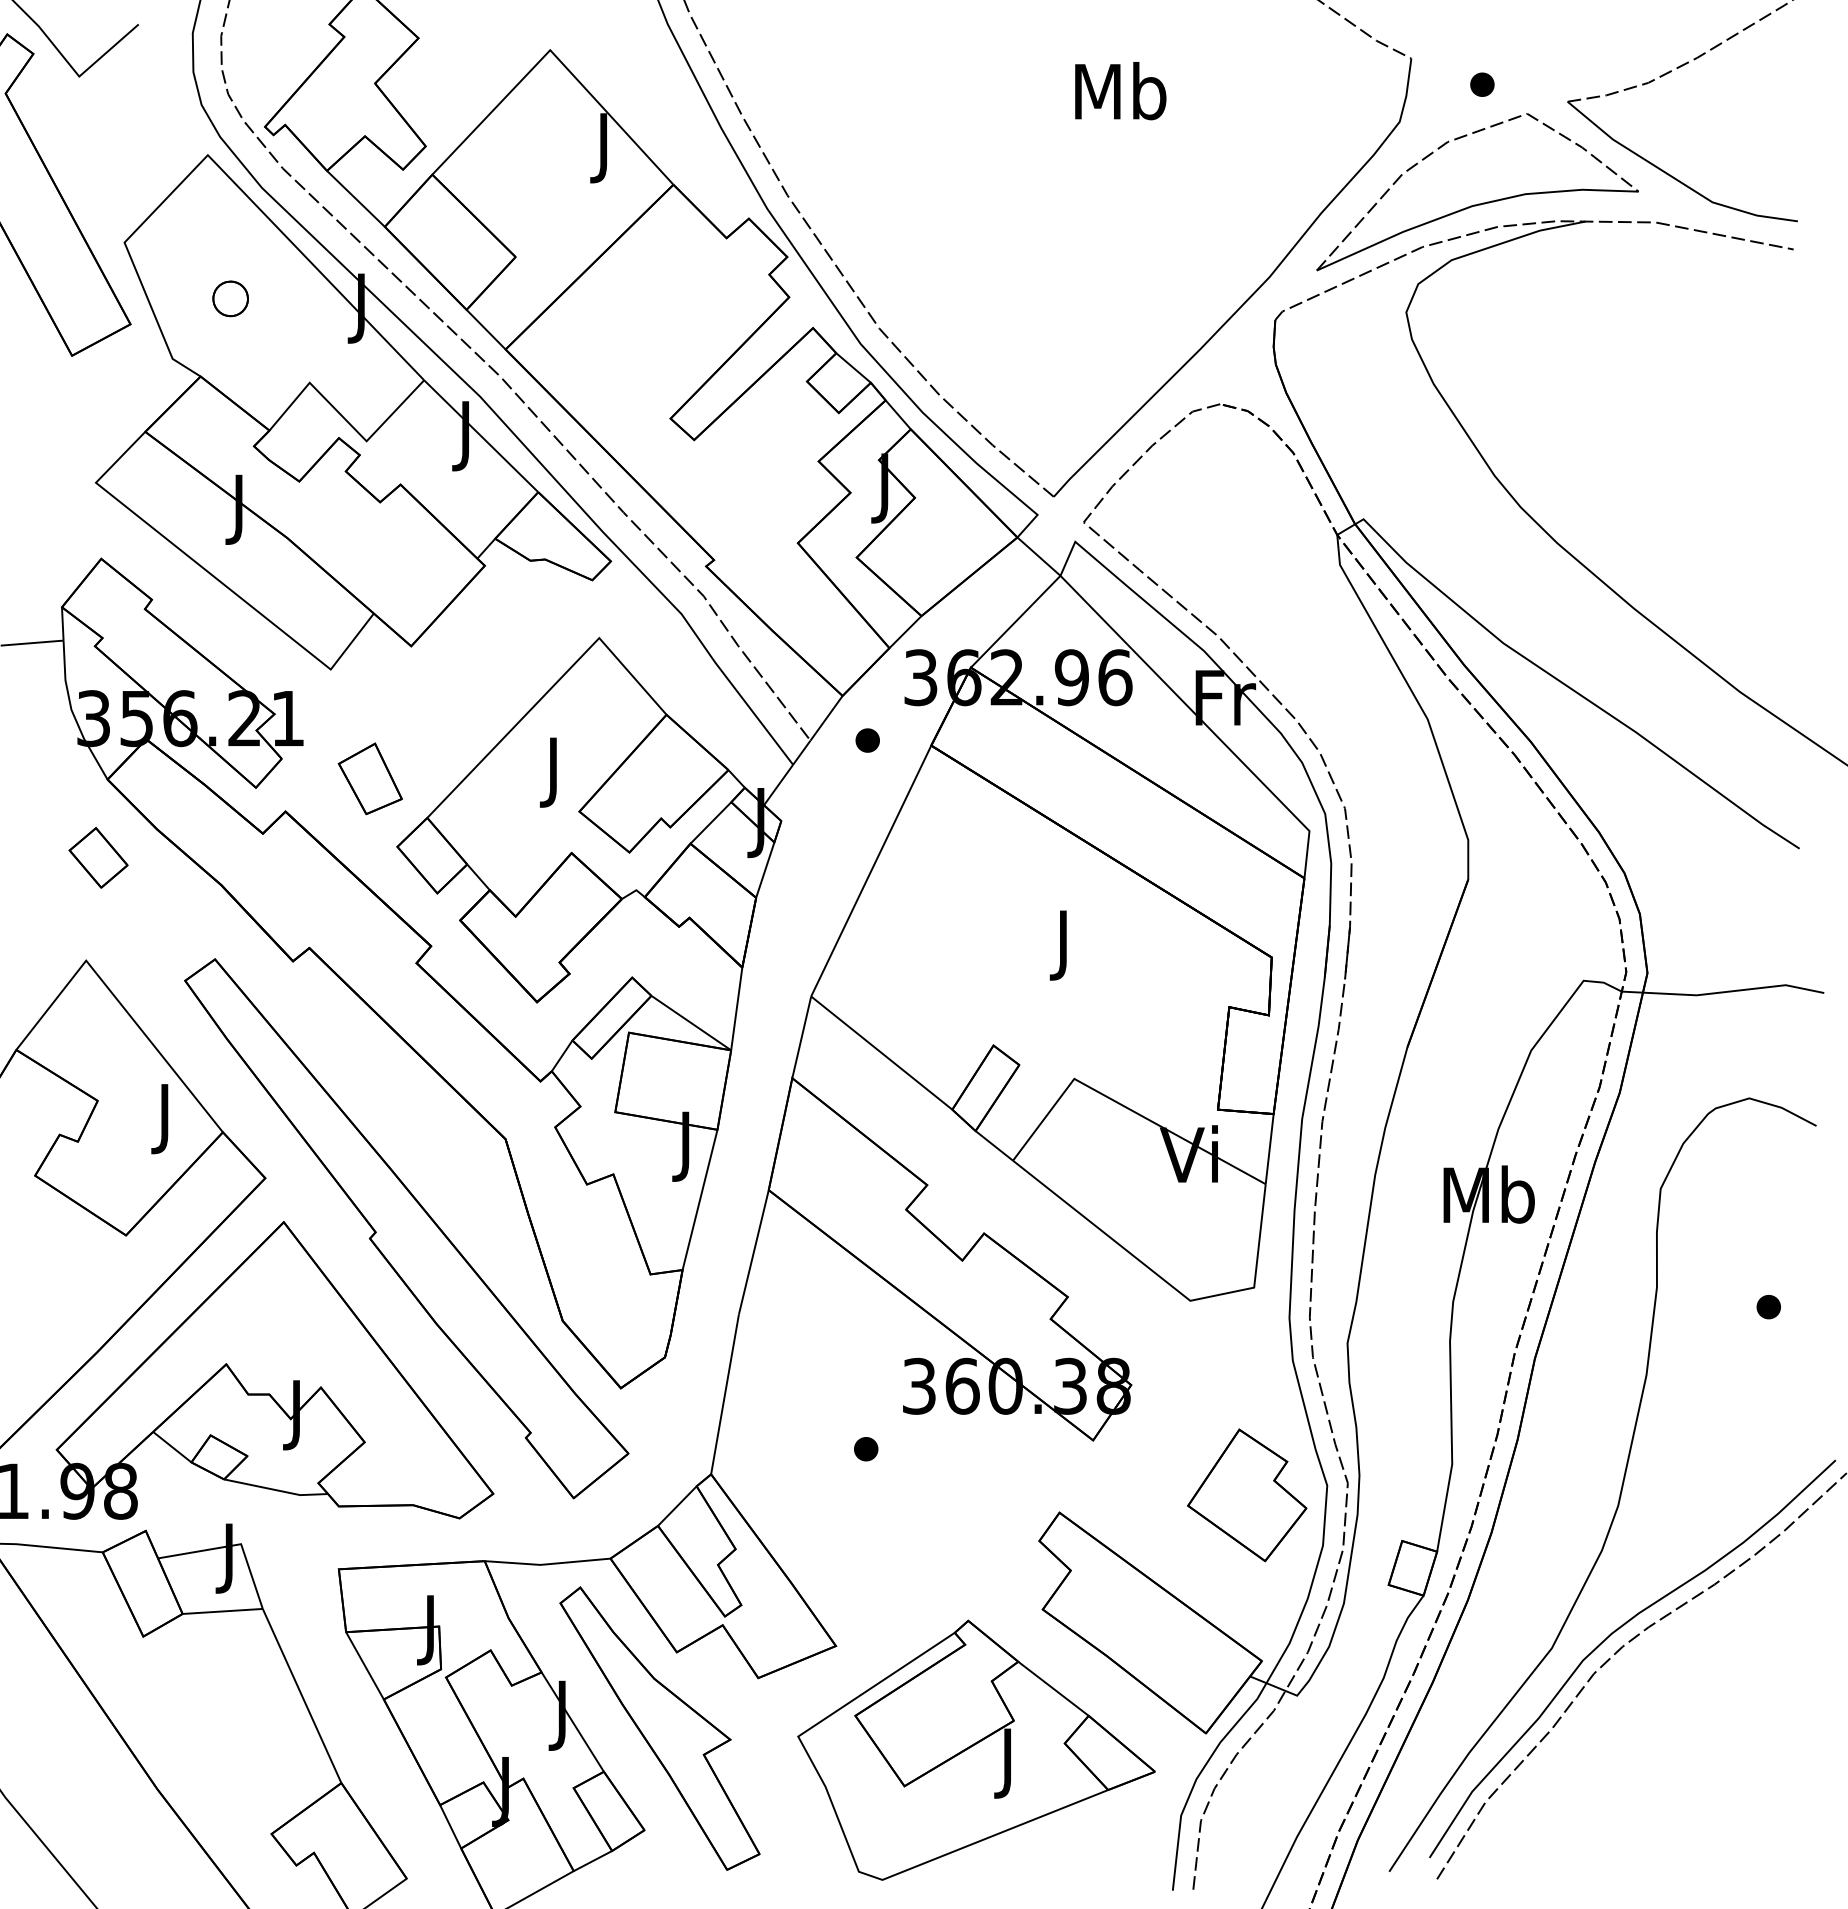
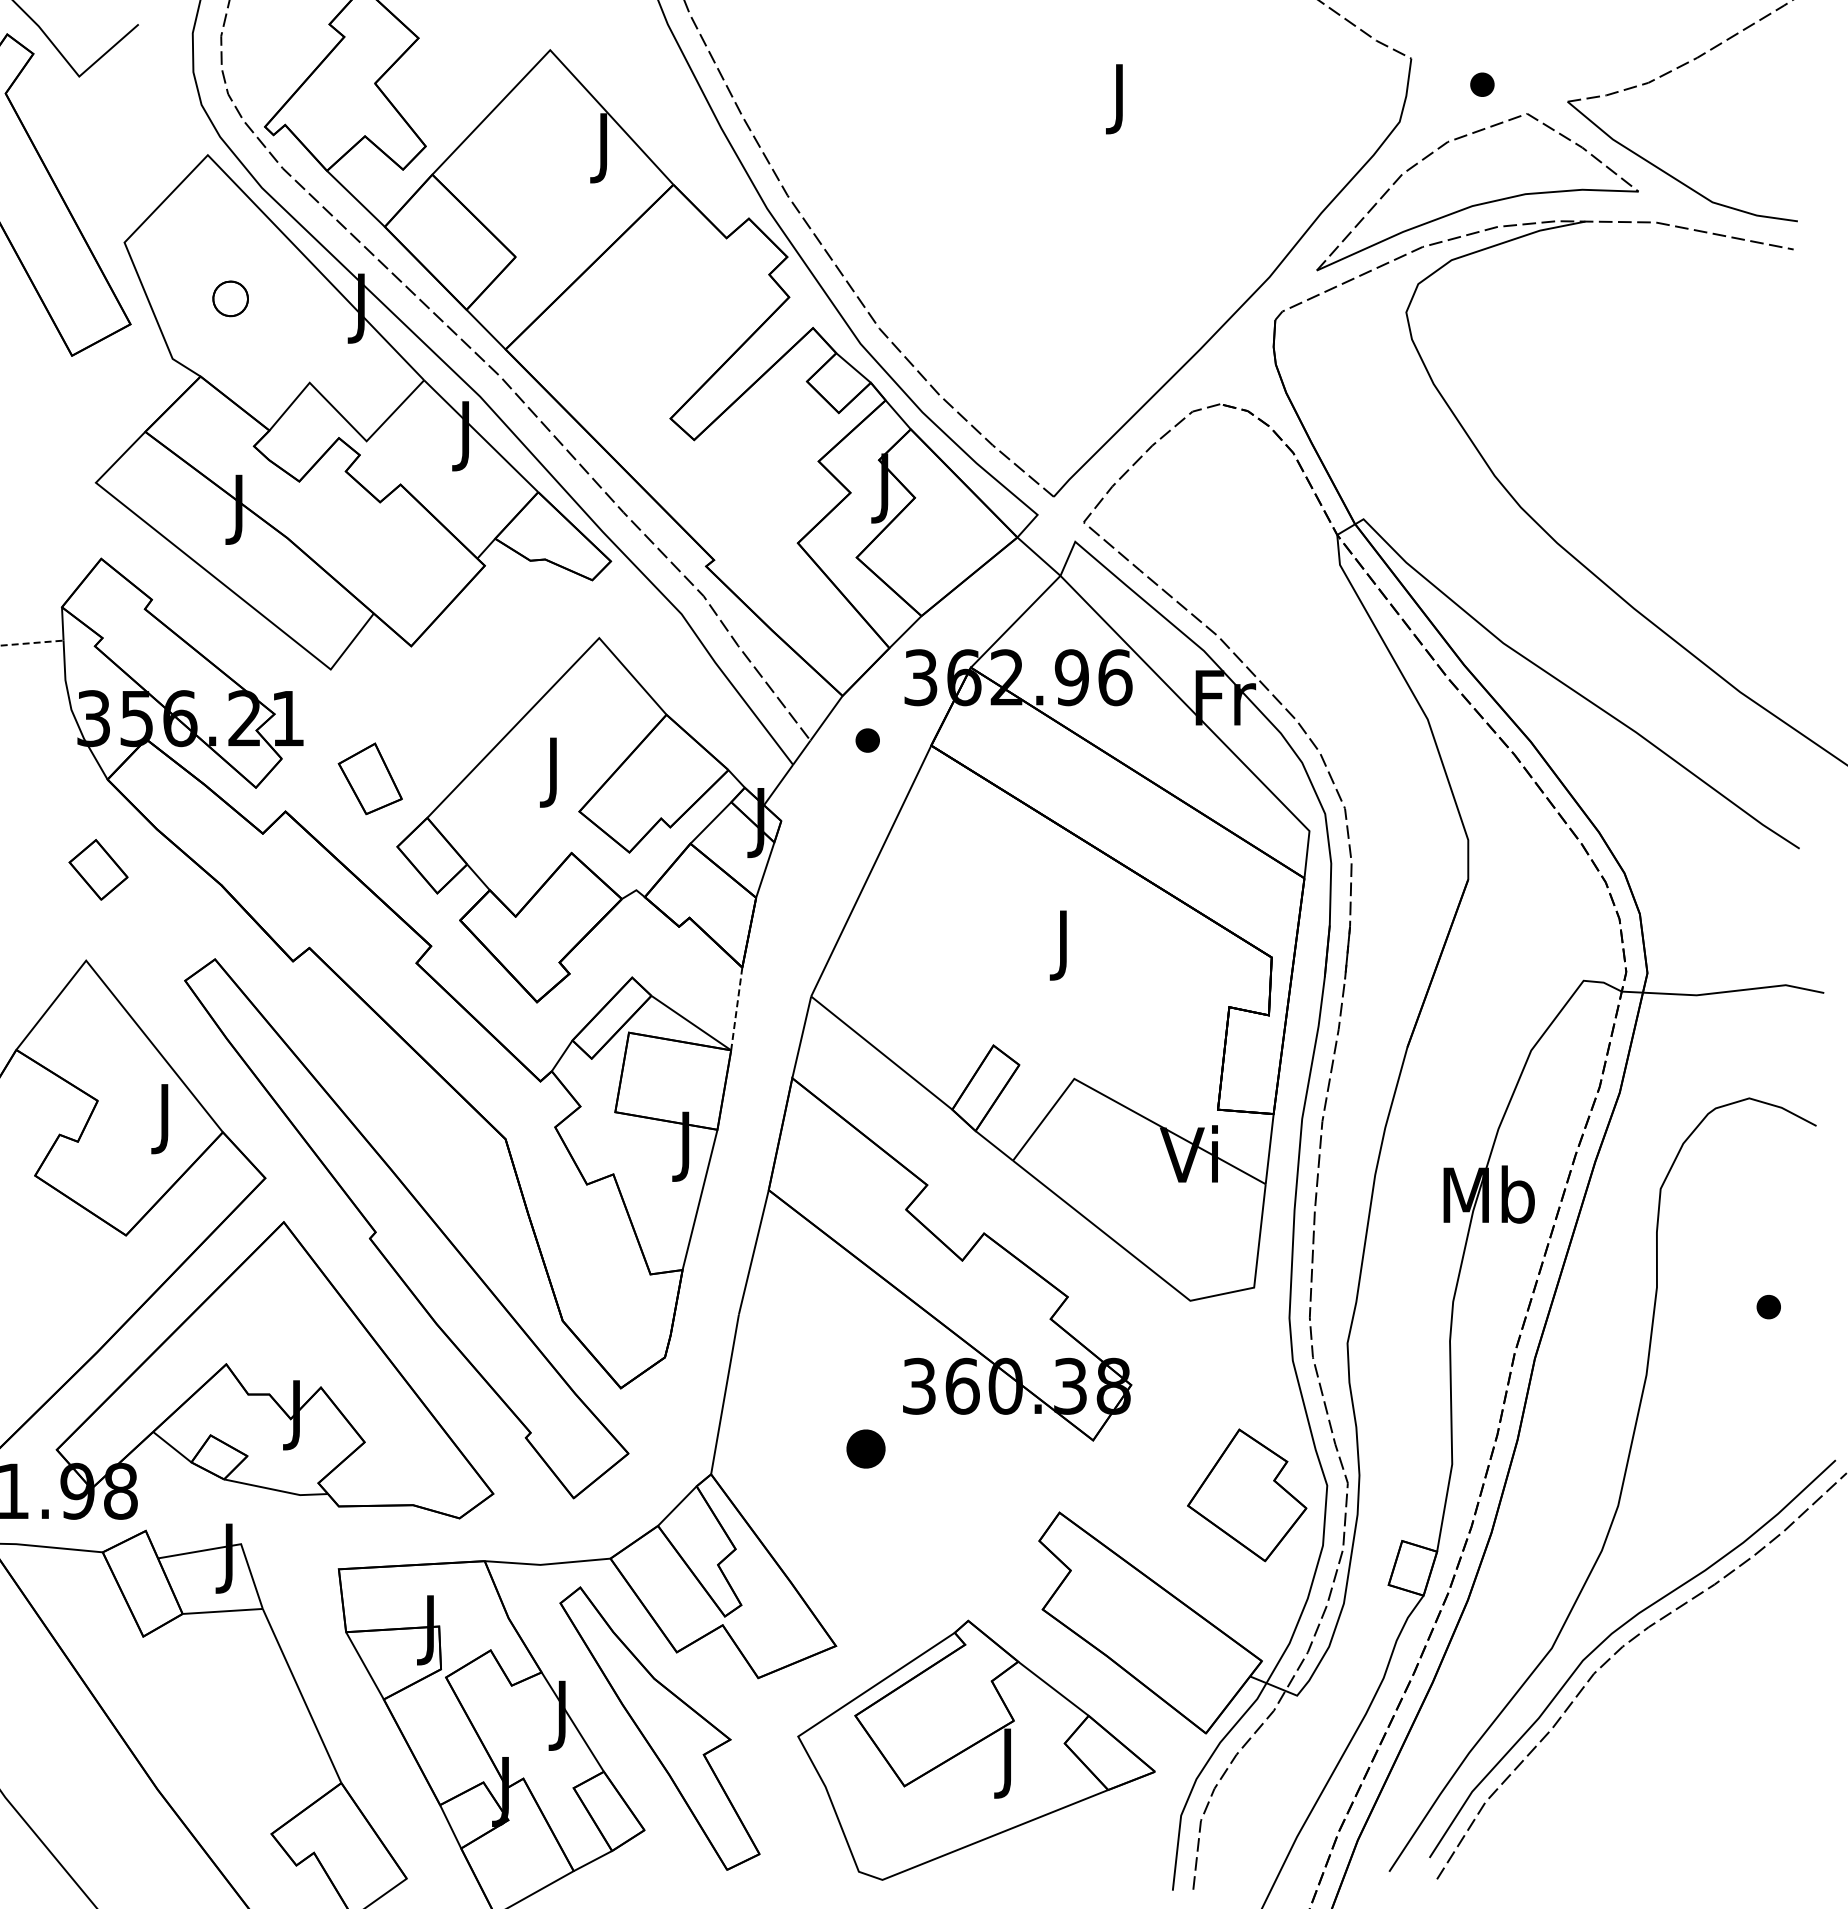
text at (1120, 98): Mb -> J
line at (32, 643): solid -> dashed
part at (98, 857) position: (98, 857) -> (98, 869)
line at (736, 1008): solid -> dashed
part at (866, 1449) size: 25x25 px -> 40x40 px
